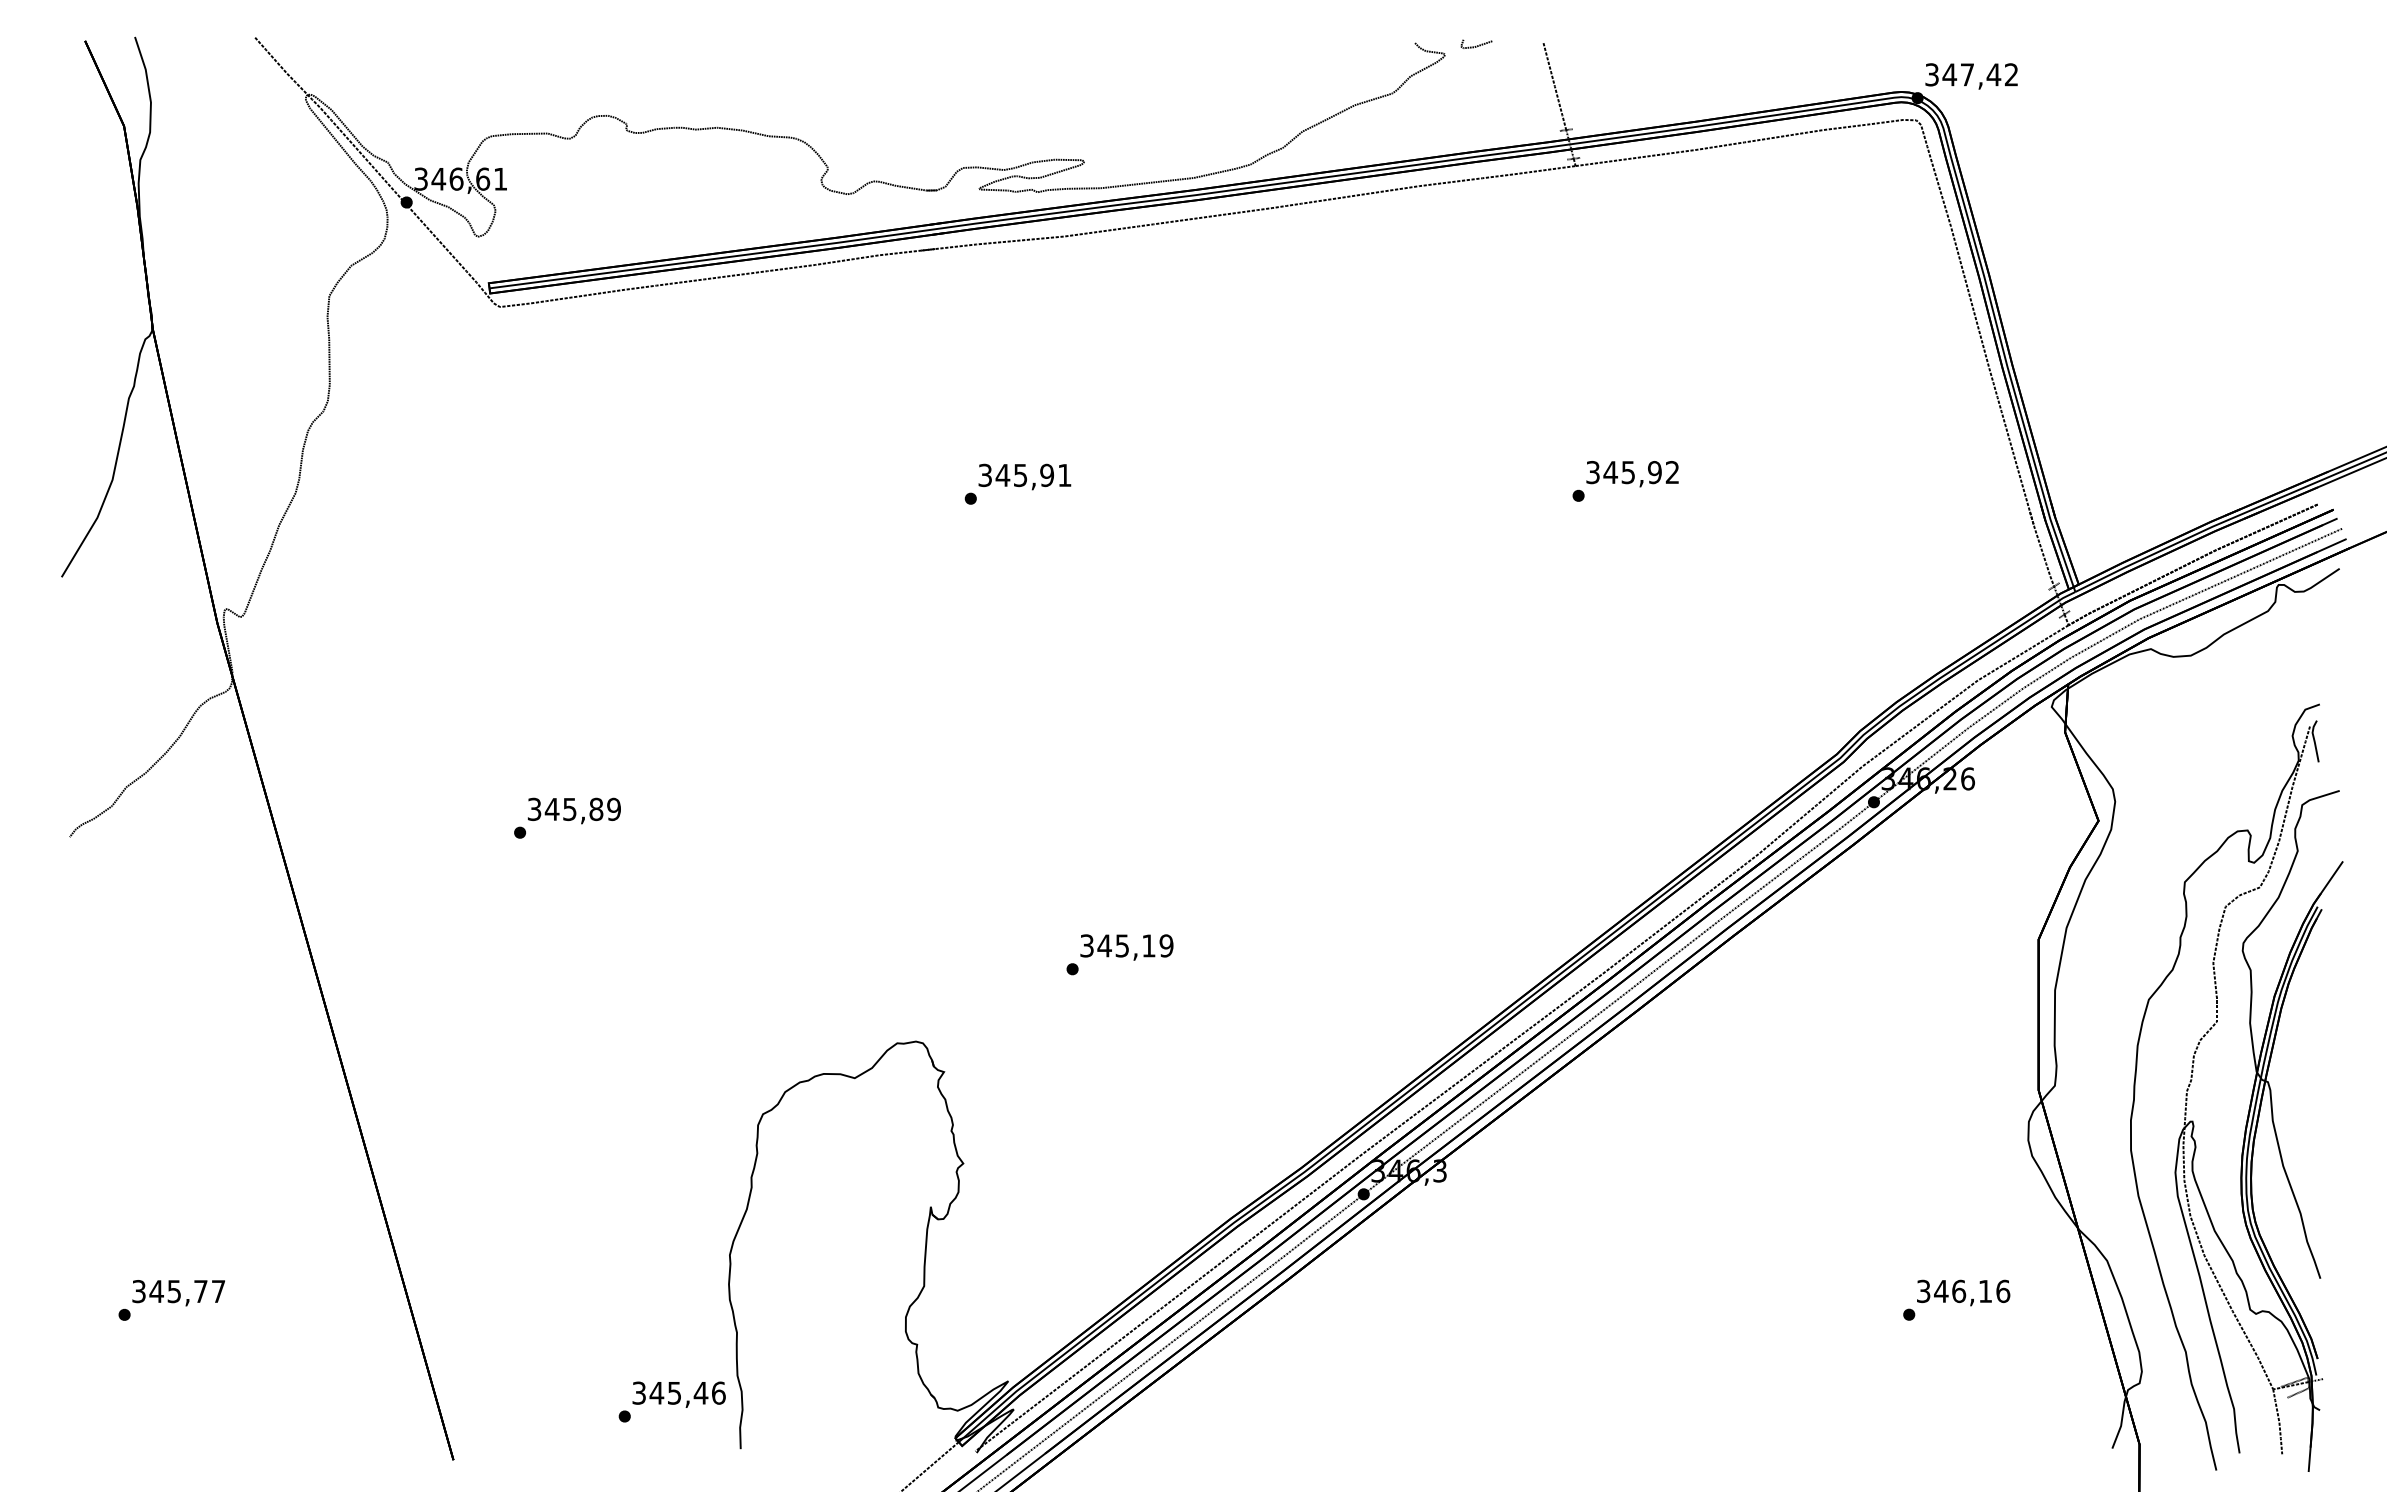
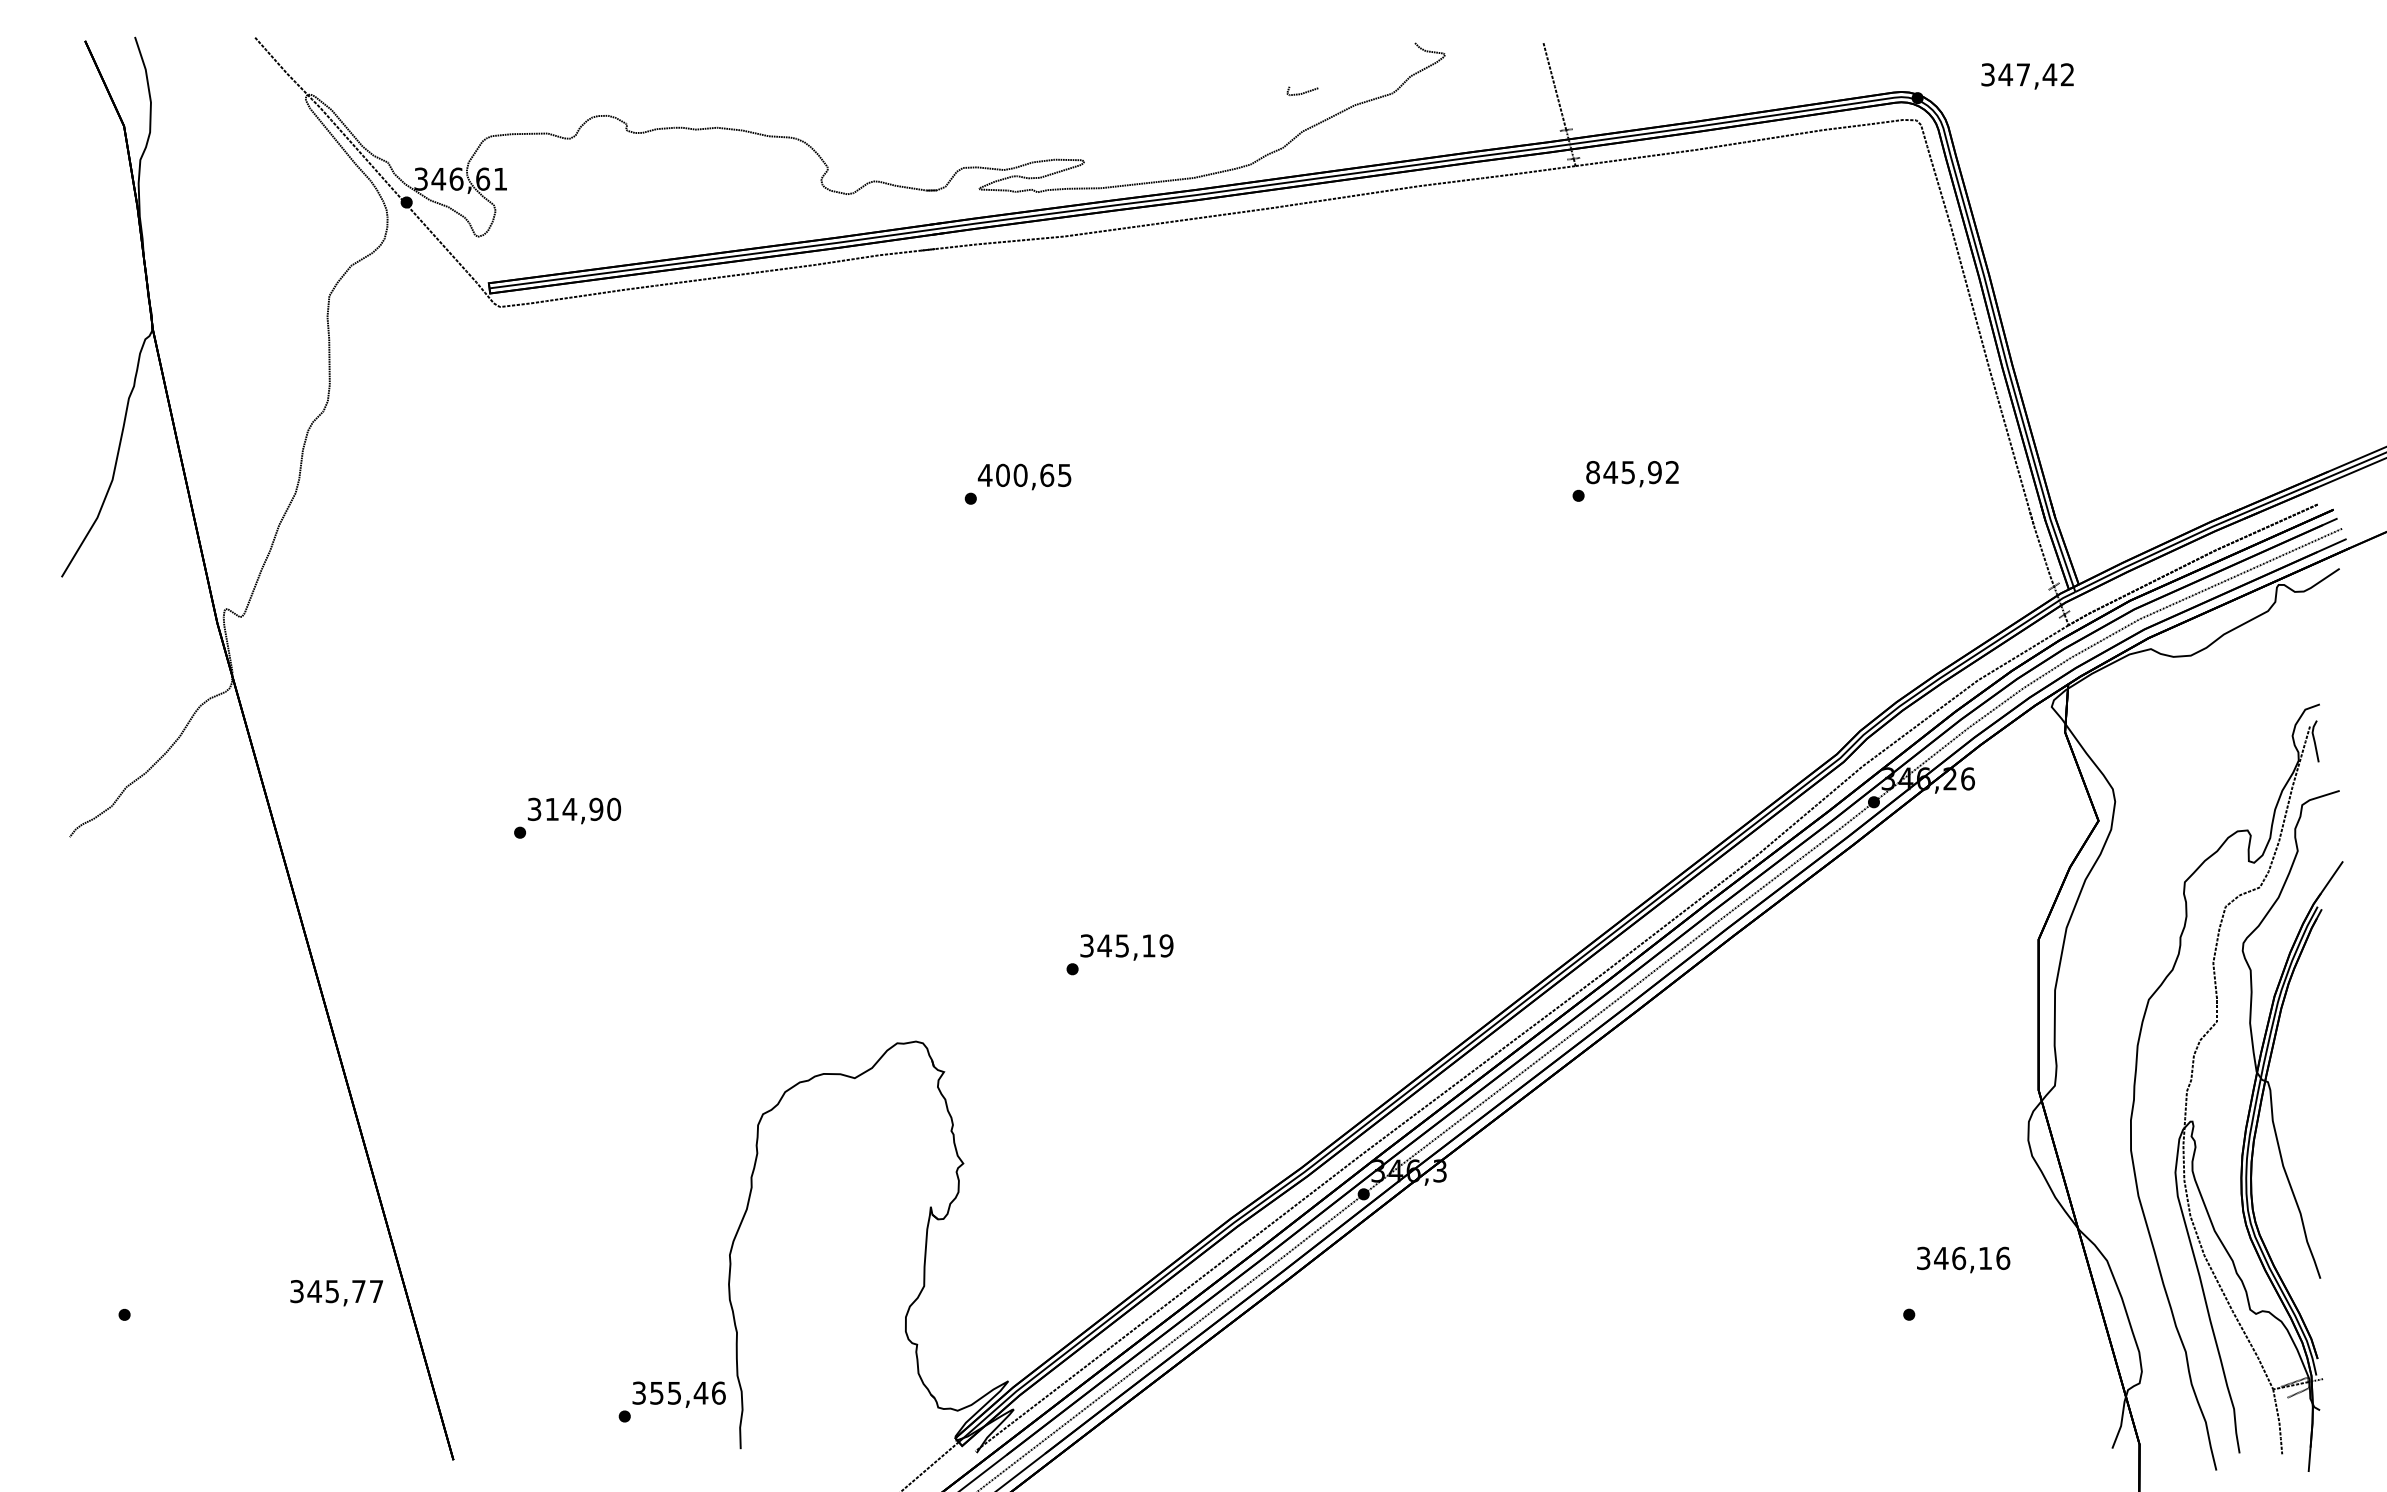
line at (1477, 45) position: (1477, 45) -> (1303, 92)
text at (1971, 76) position: (1971, 76) -> (2027, 76)
text at (1592, 472): 345,92 -> 845,92
text at (1024, 475): 345,91 -> 400,65
text at (582, 809): 345,89 -> 314,90
text at (1963, 1292) position: (1963, 1292) -> (1963, 1259)
text at (178, 1293) position: (178, 1293) -> (336, 1293)
text at (656, 1393): 345,46 -> 355,46
